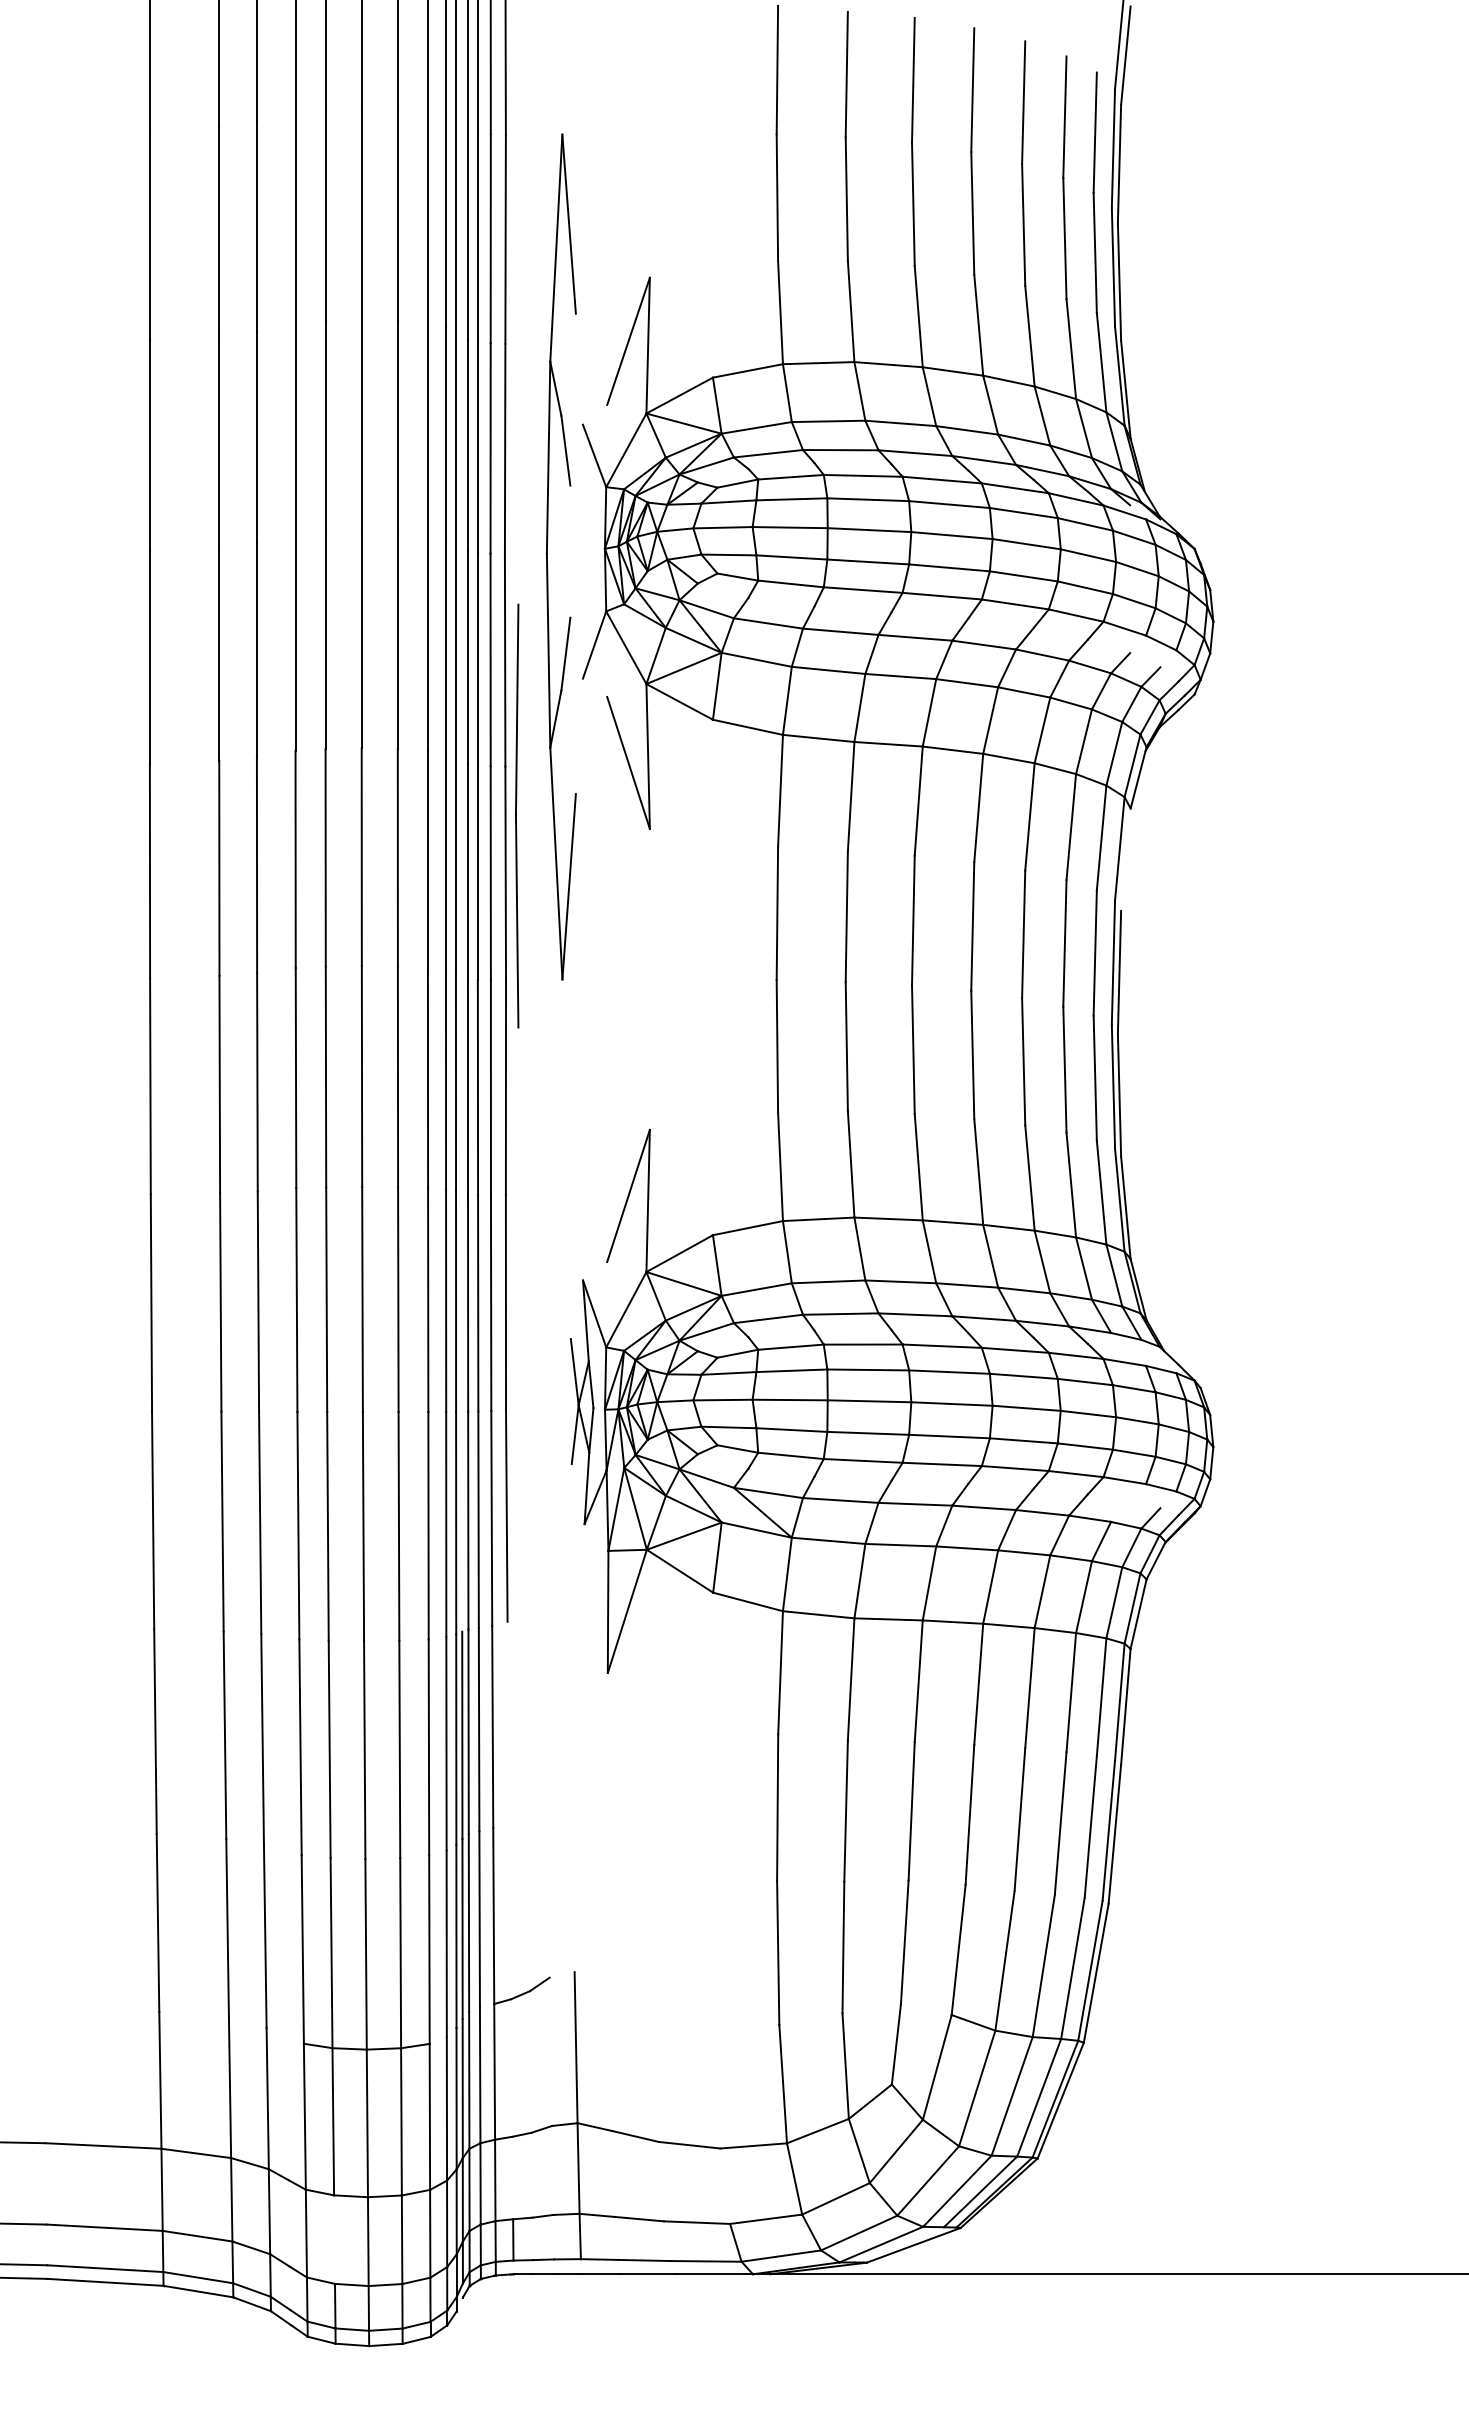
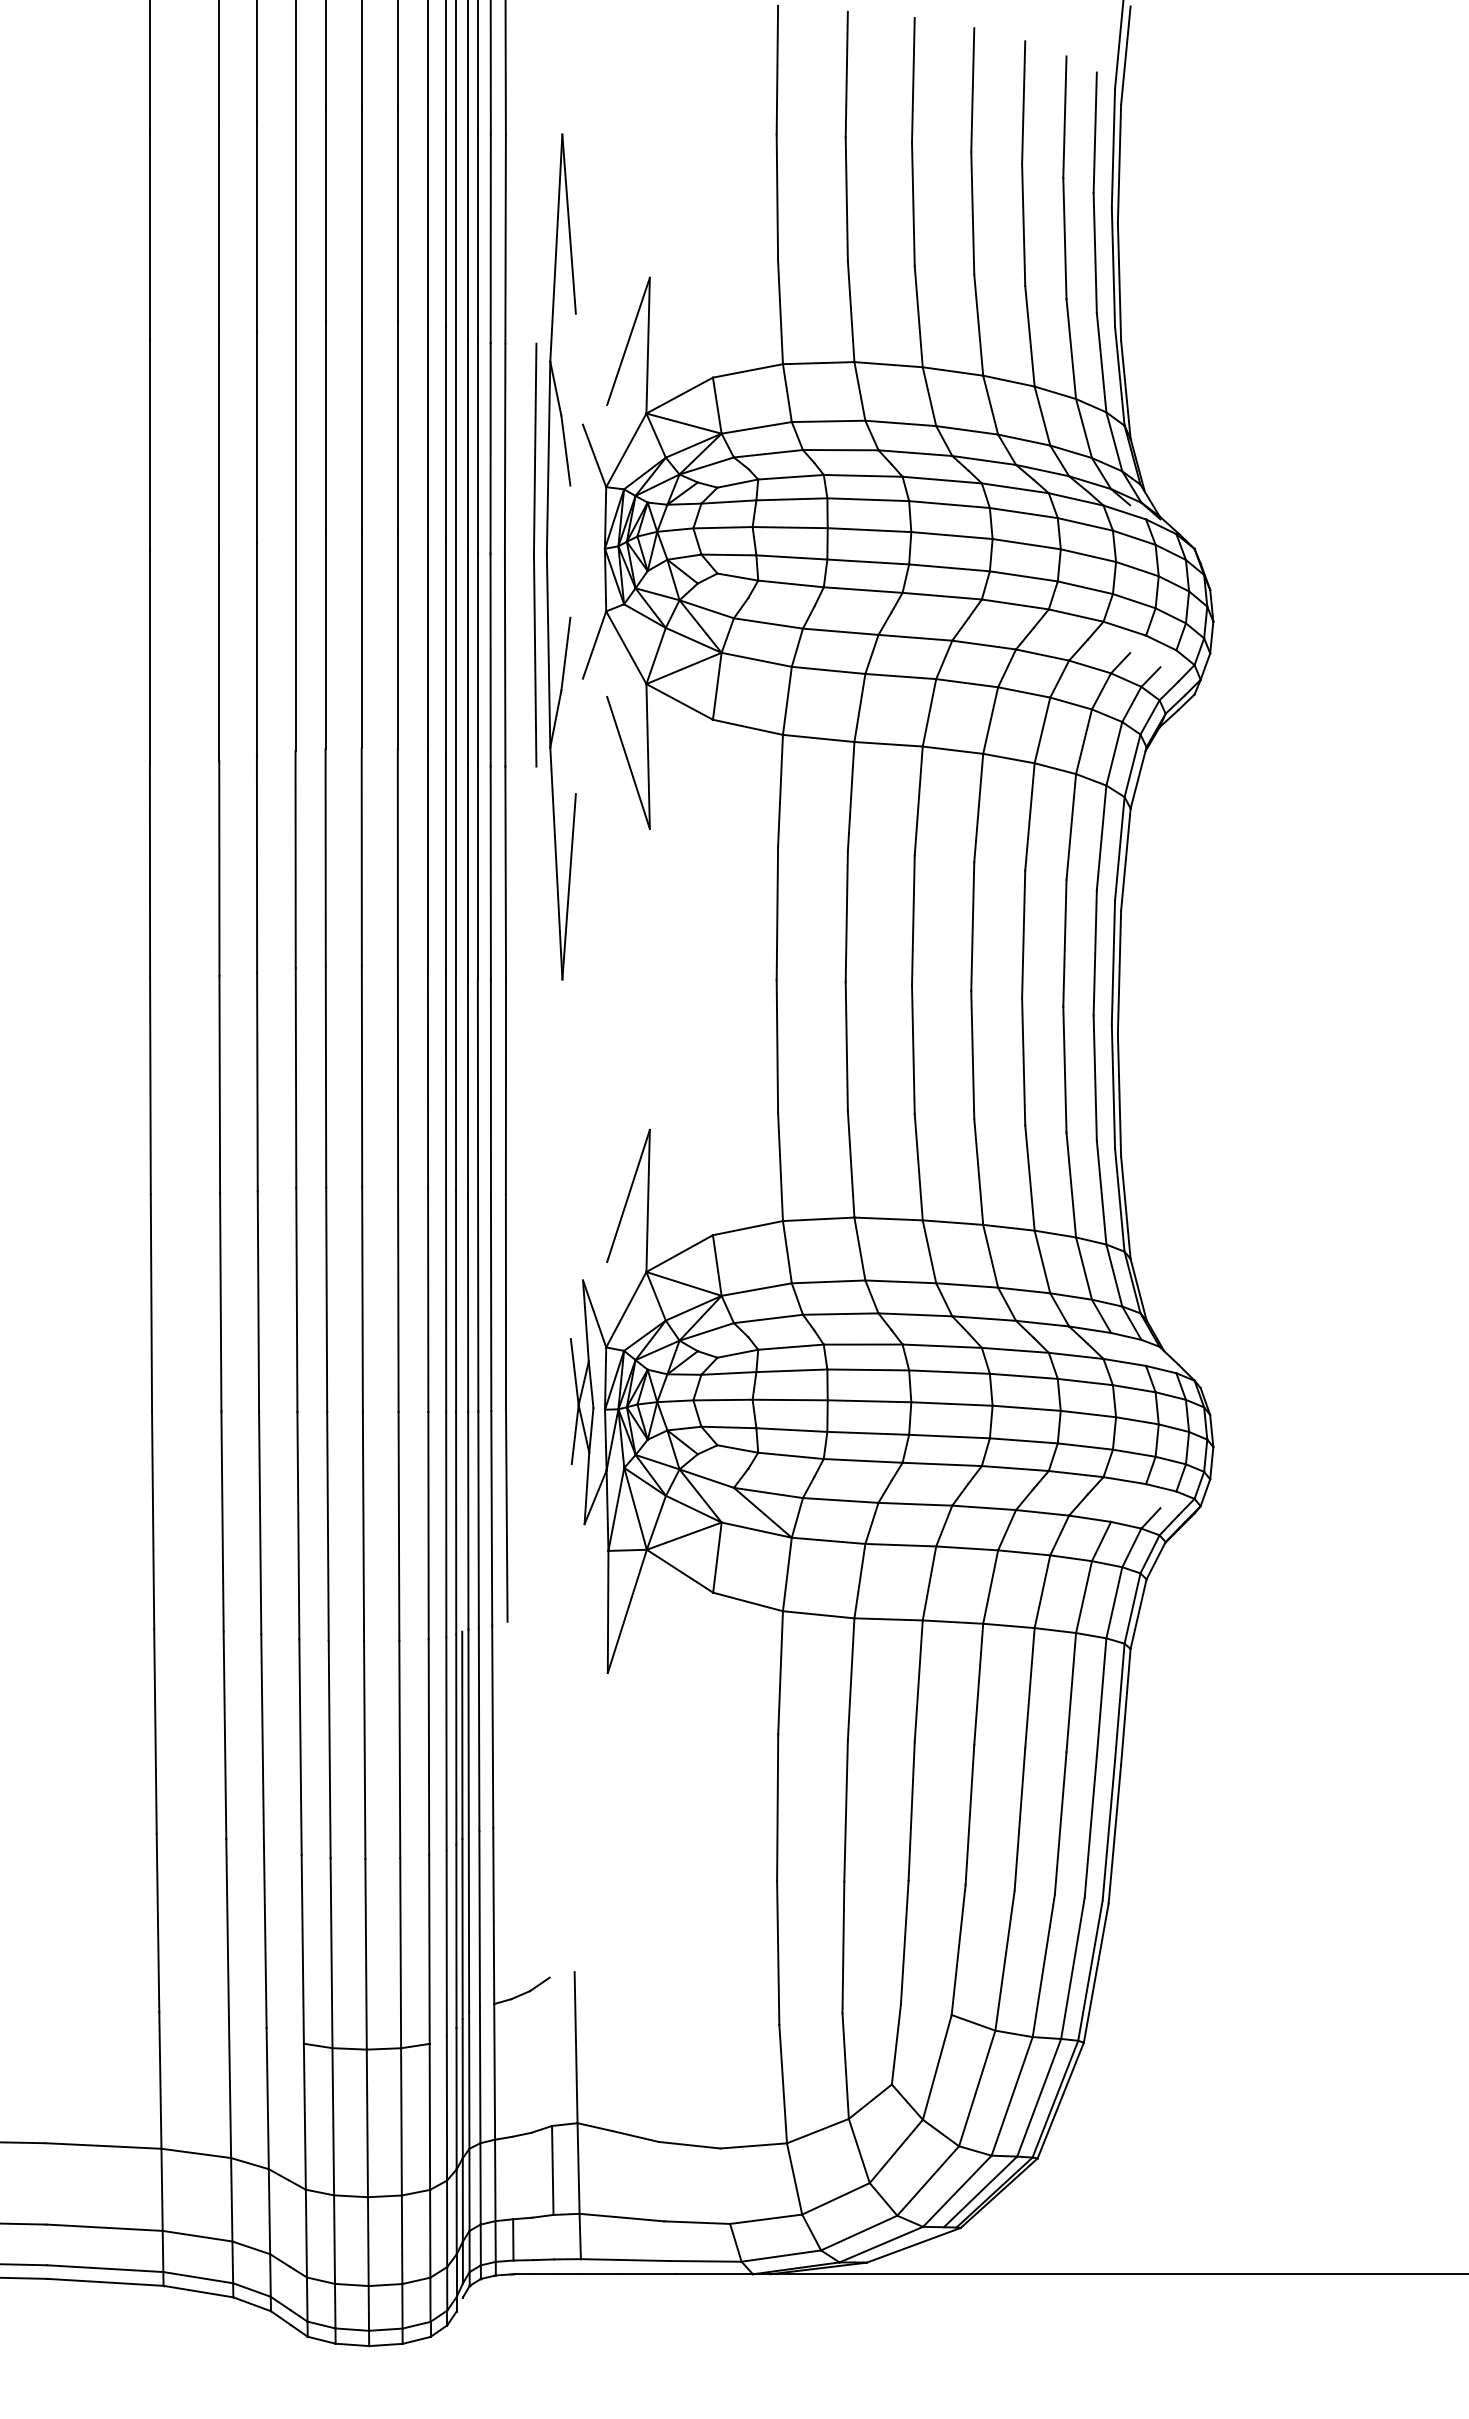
part at (517, 815) position: (517, 815) -> (535, 554)
line at (1125, 859): none -> present
line at (552, 2169): none -> present
line at (334, 2239): none -> present
